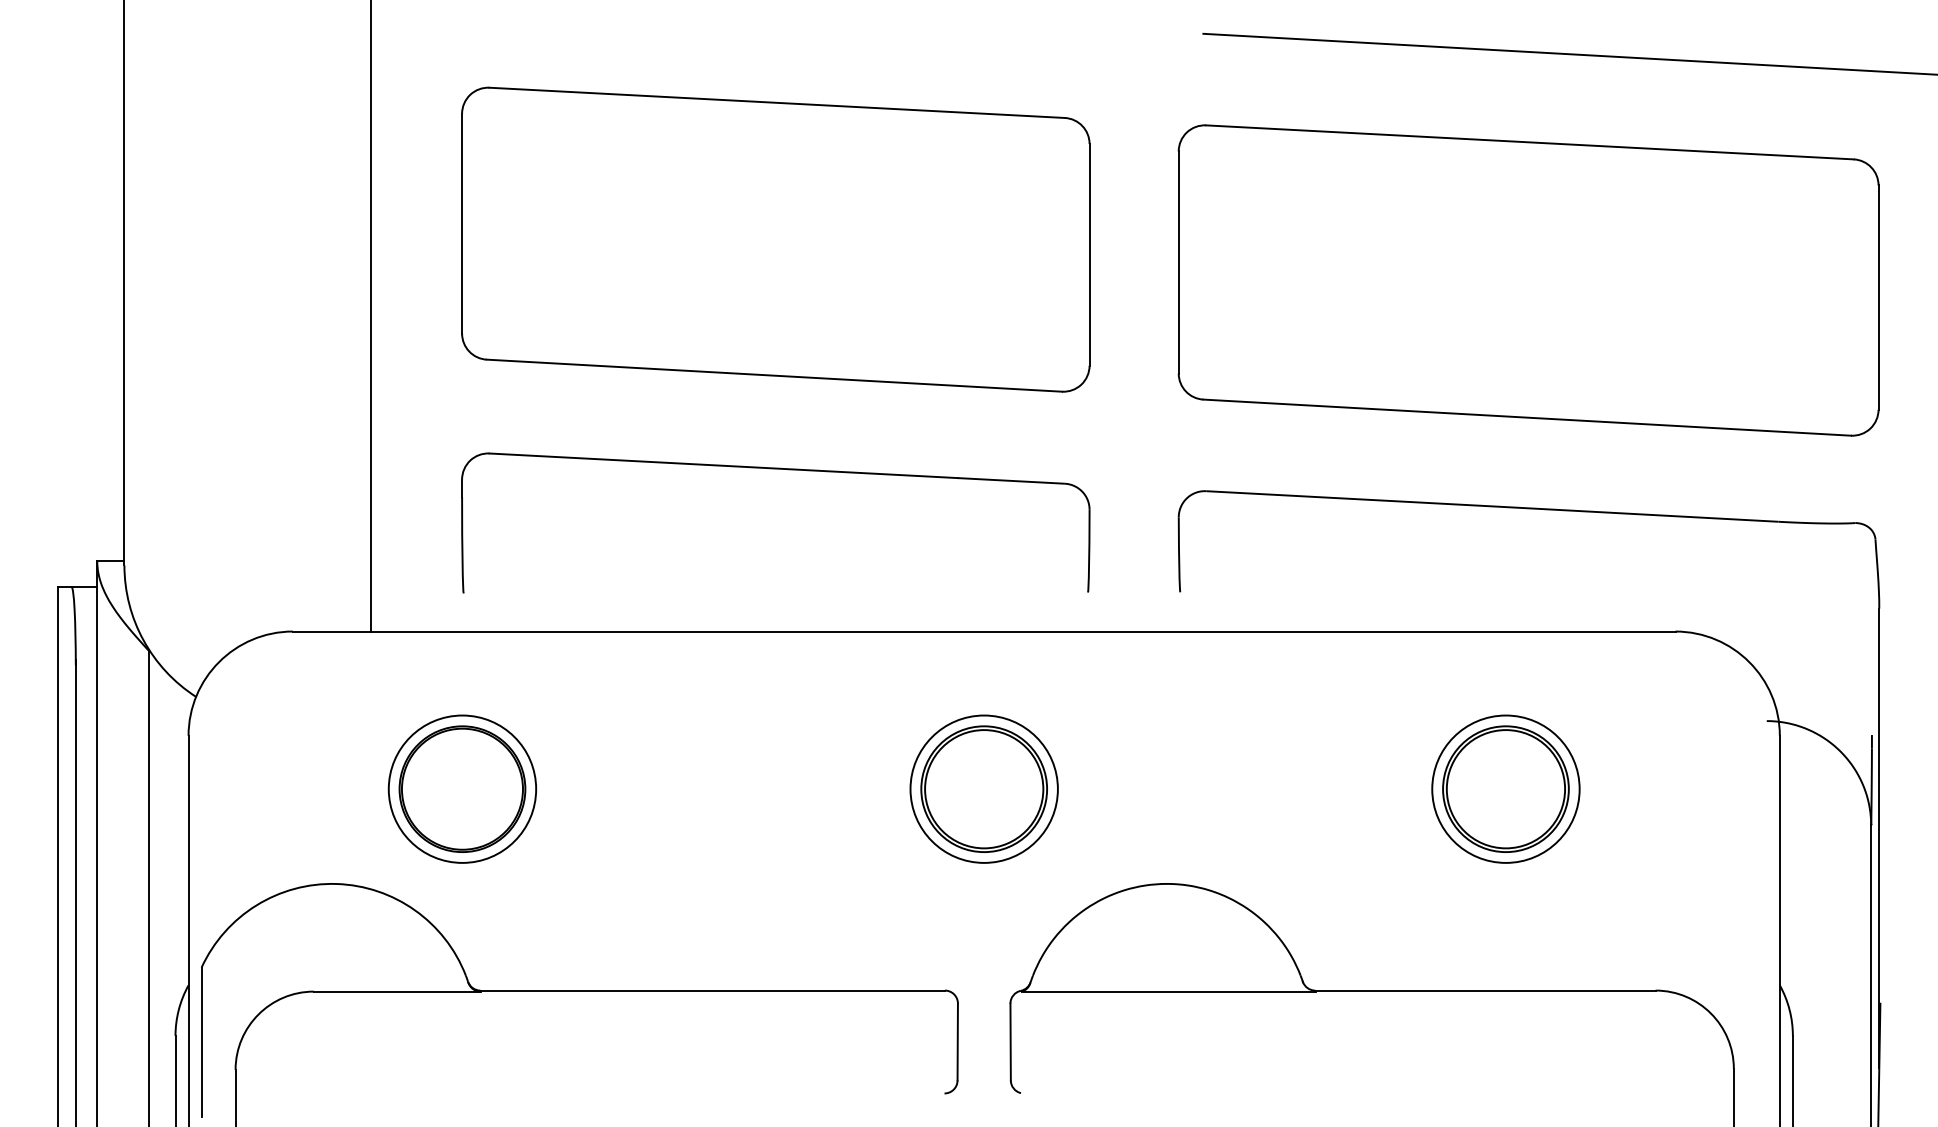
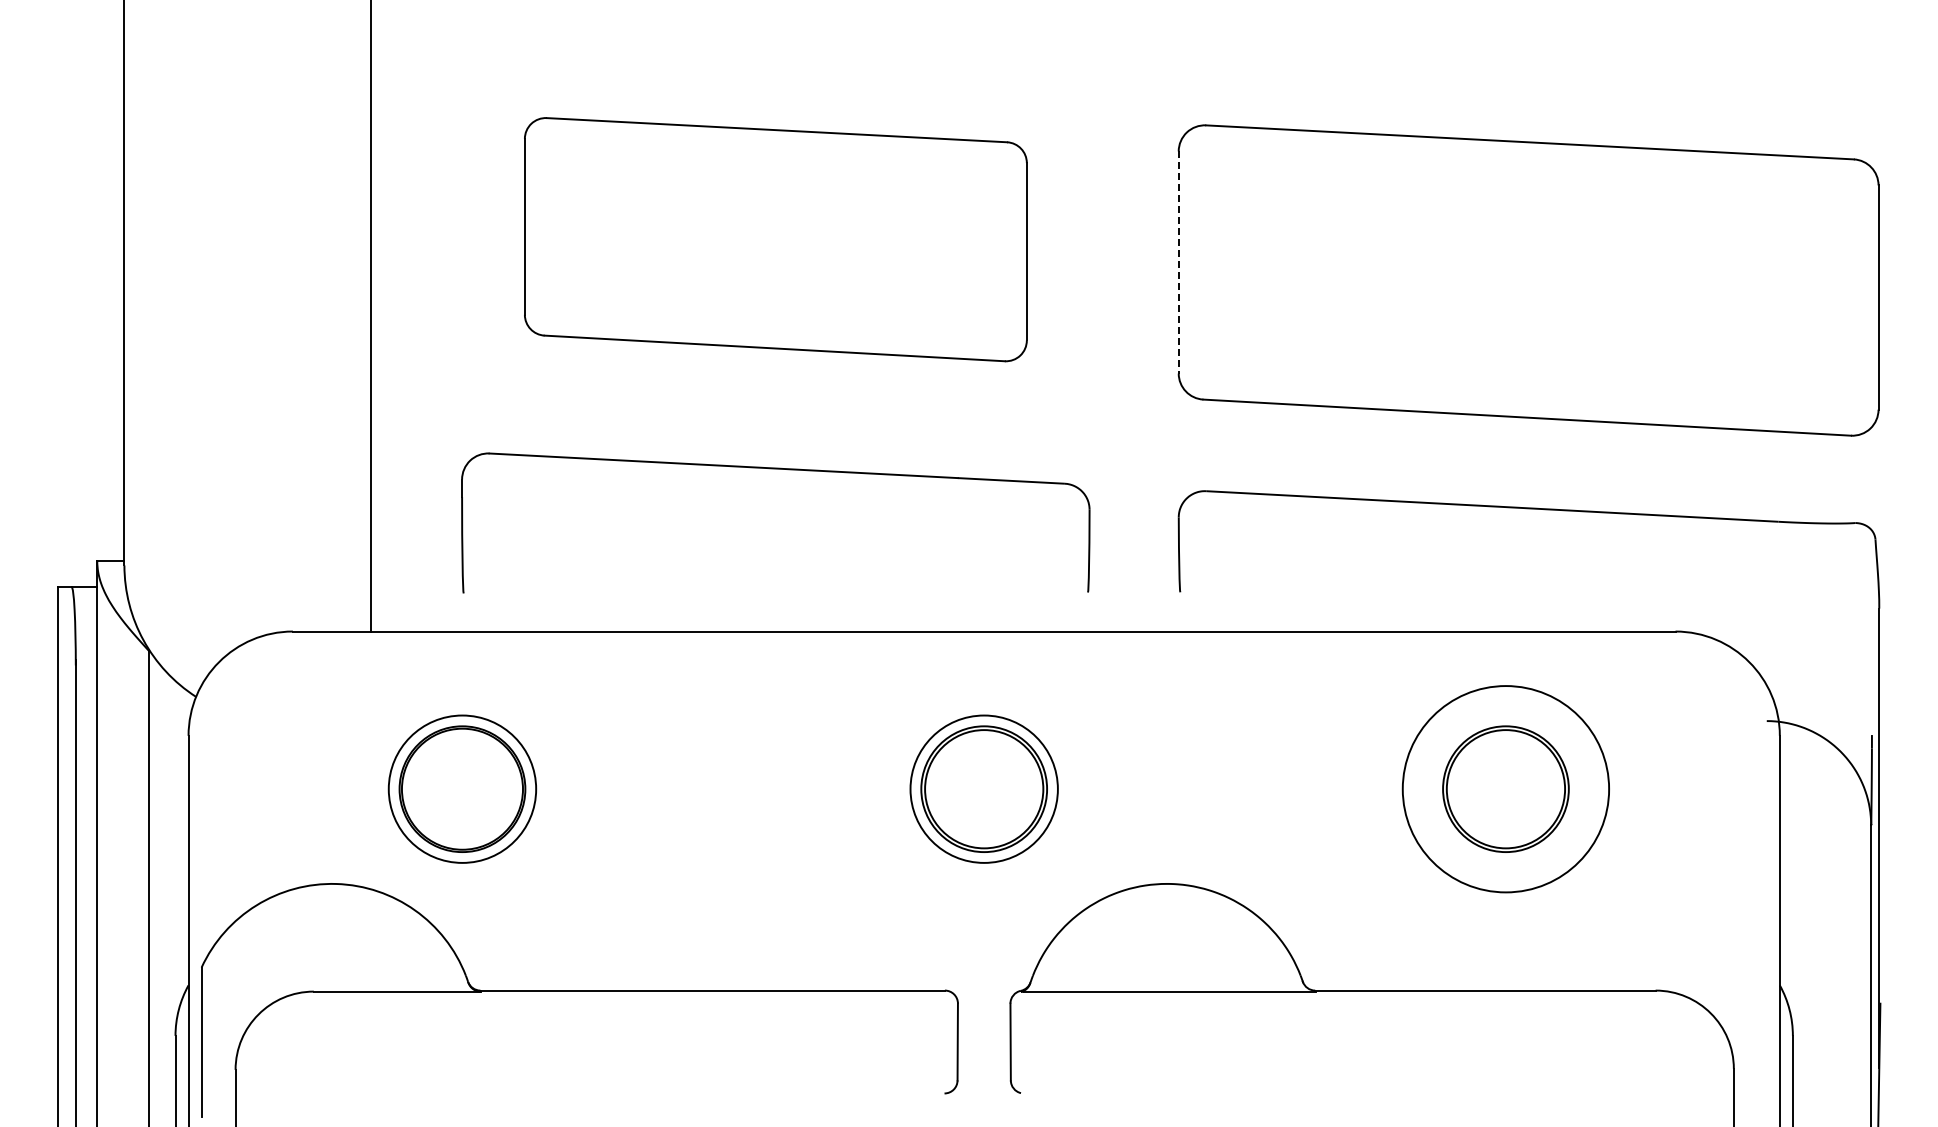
line at (1568, 53): present -> none
part at (775, 239) size: 630x307 px -> 504x246 px
line at (1178, 262): solid -> dashed
circle at (1505, 788) diameter: 147 px -> 206 px
